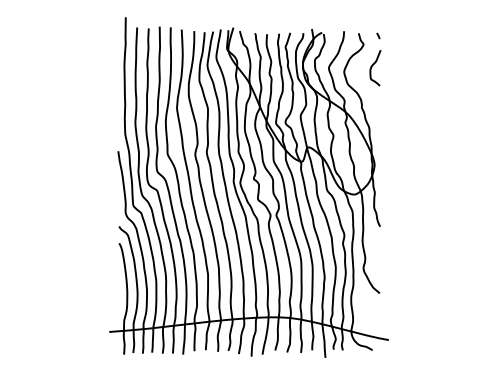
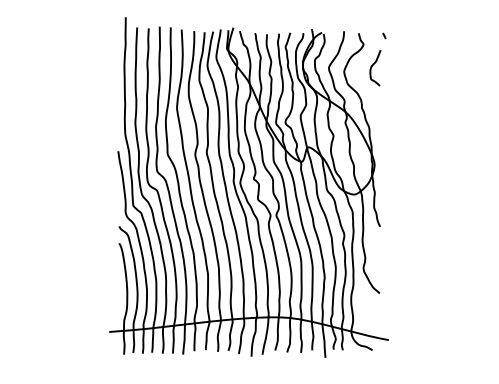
line at (378, 35) position: (378, 35) -> (384, 35)
